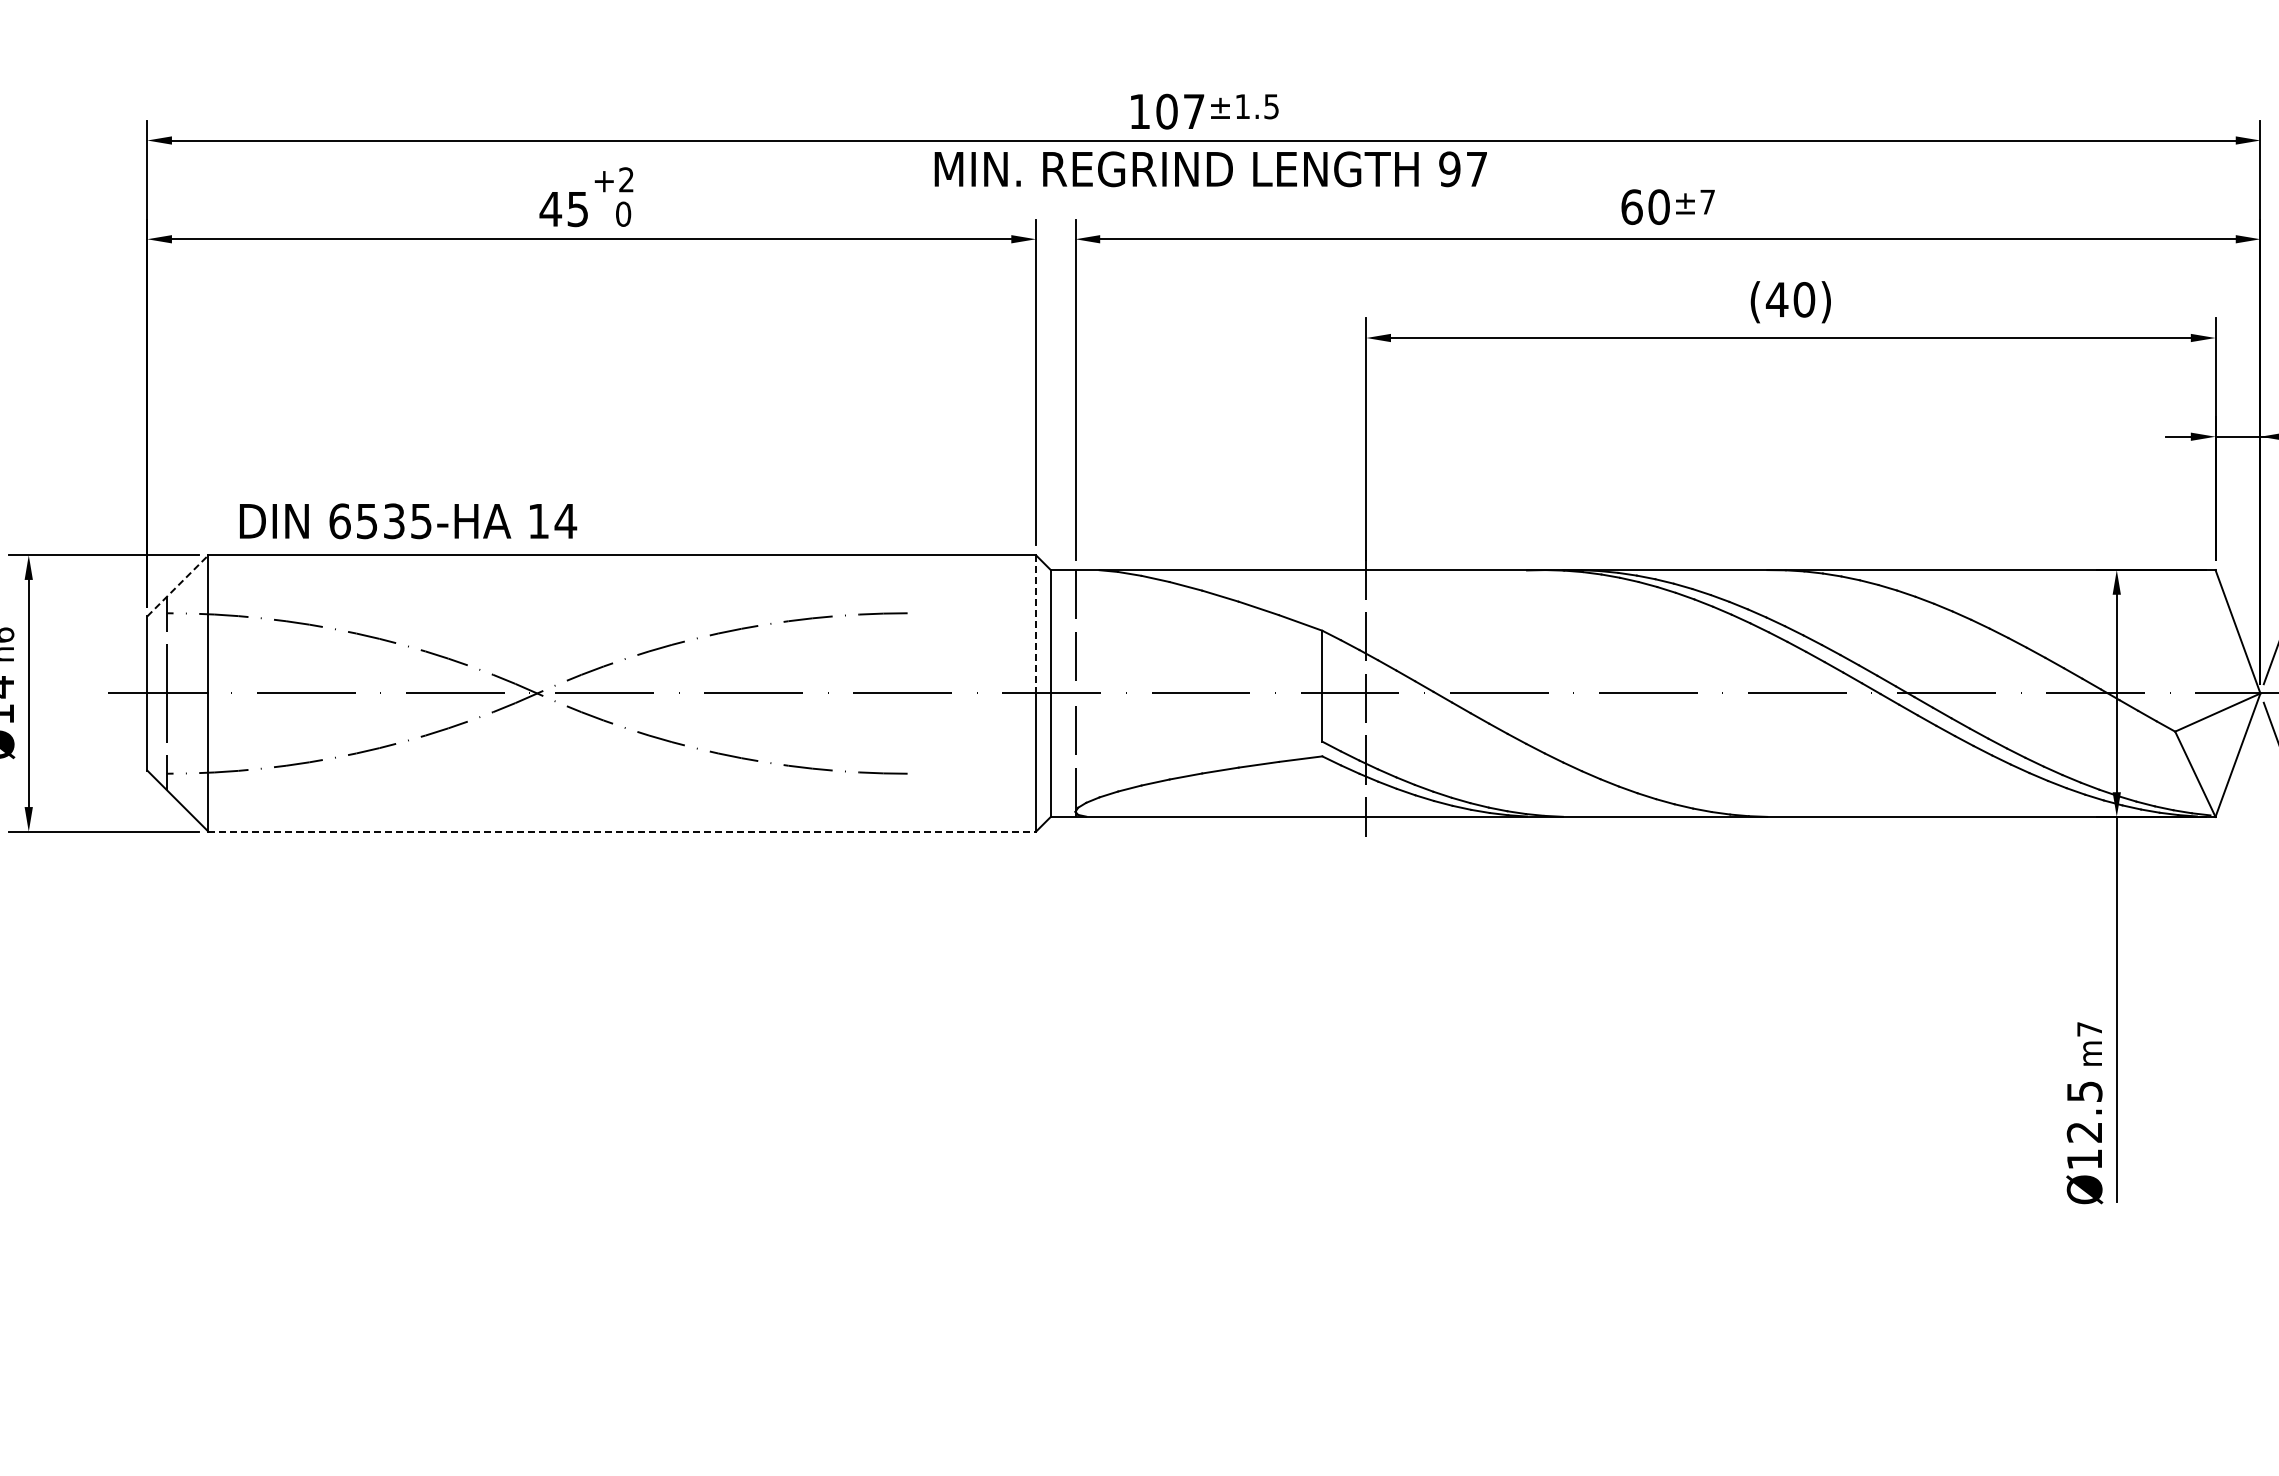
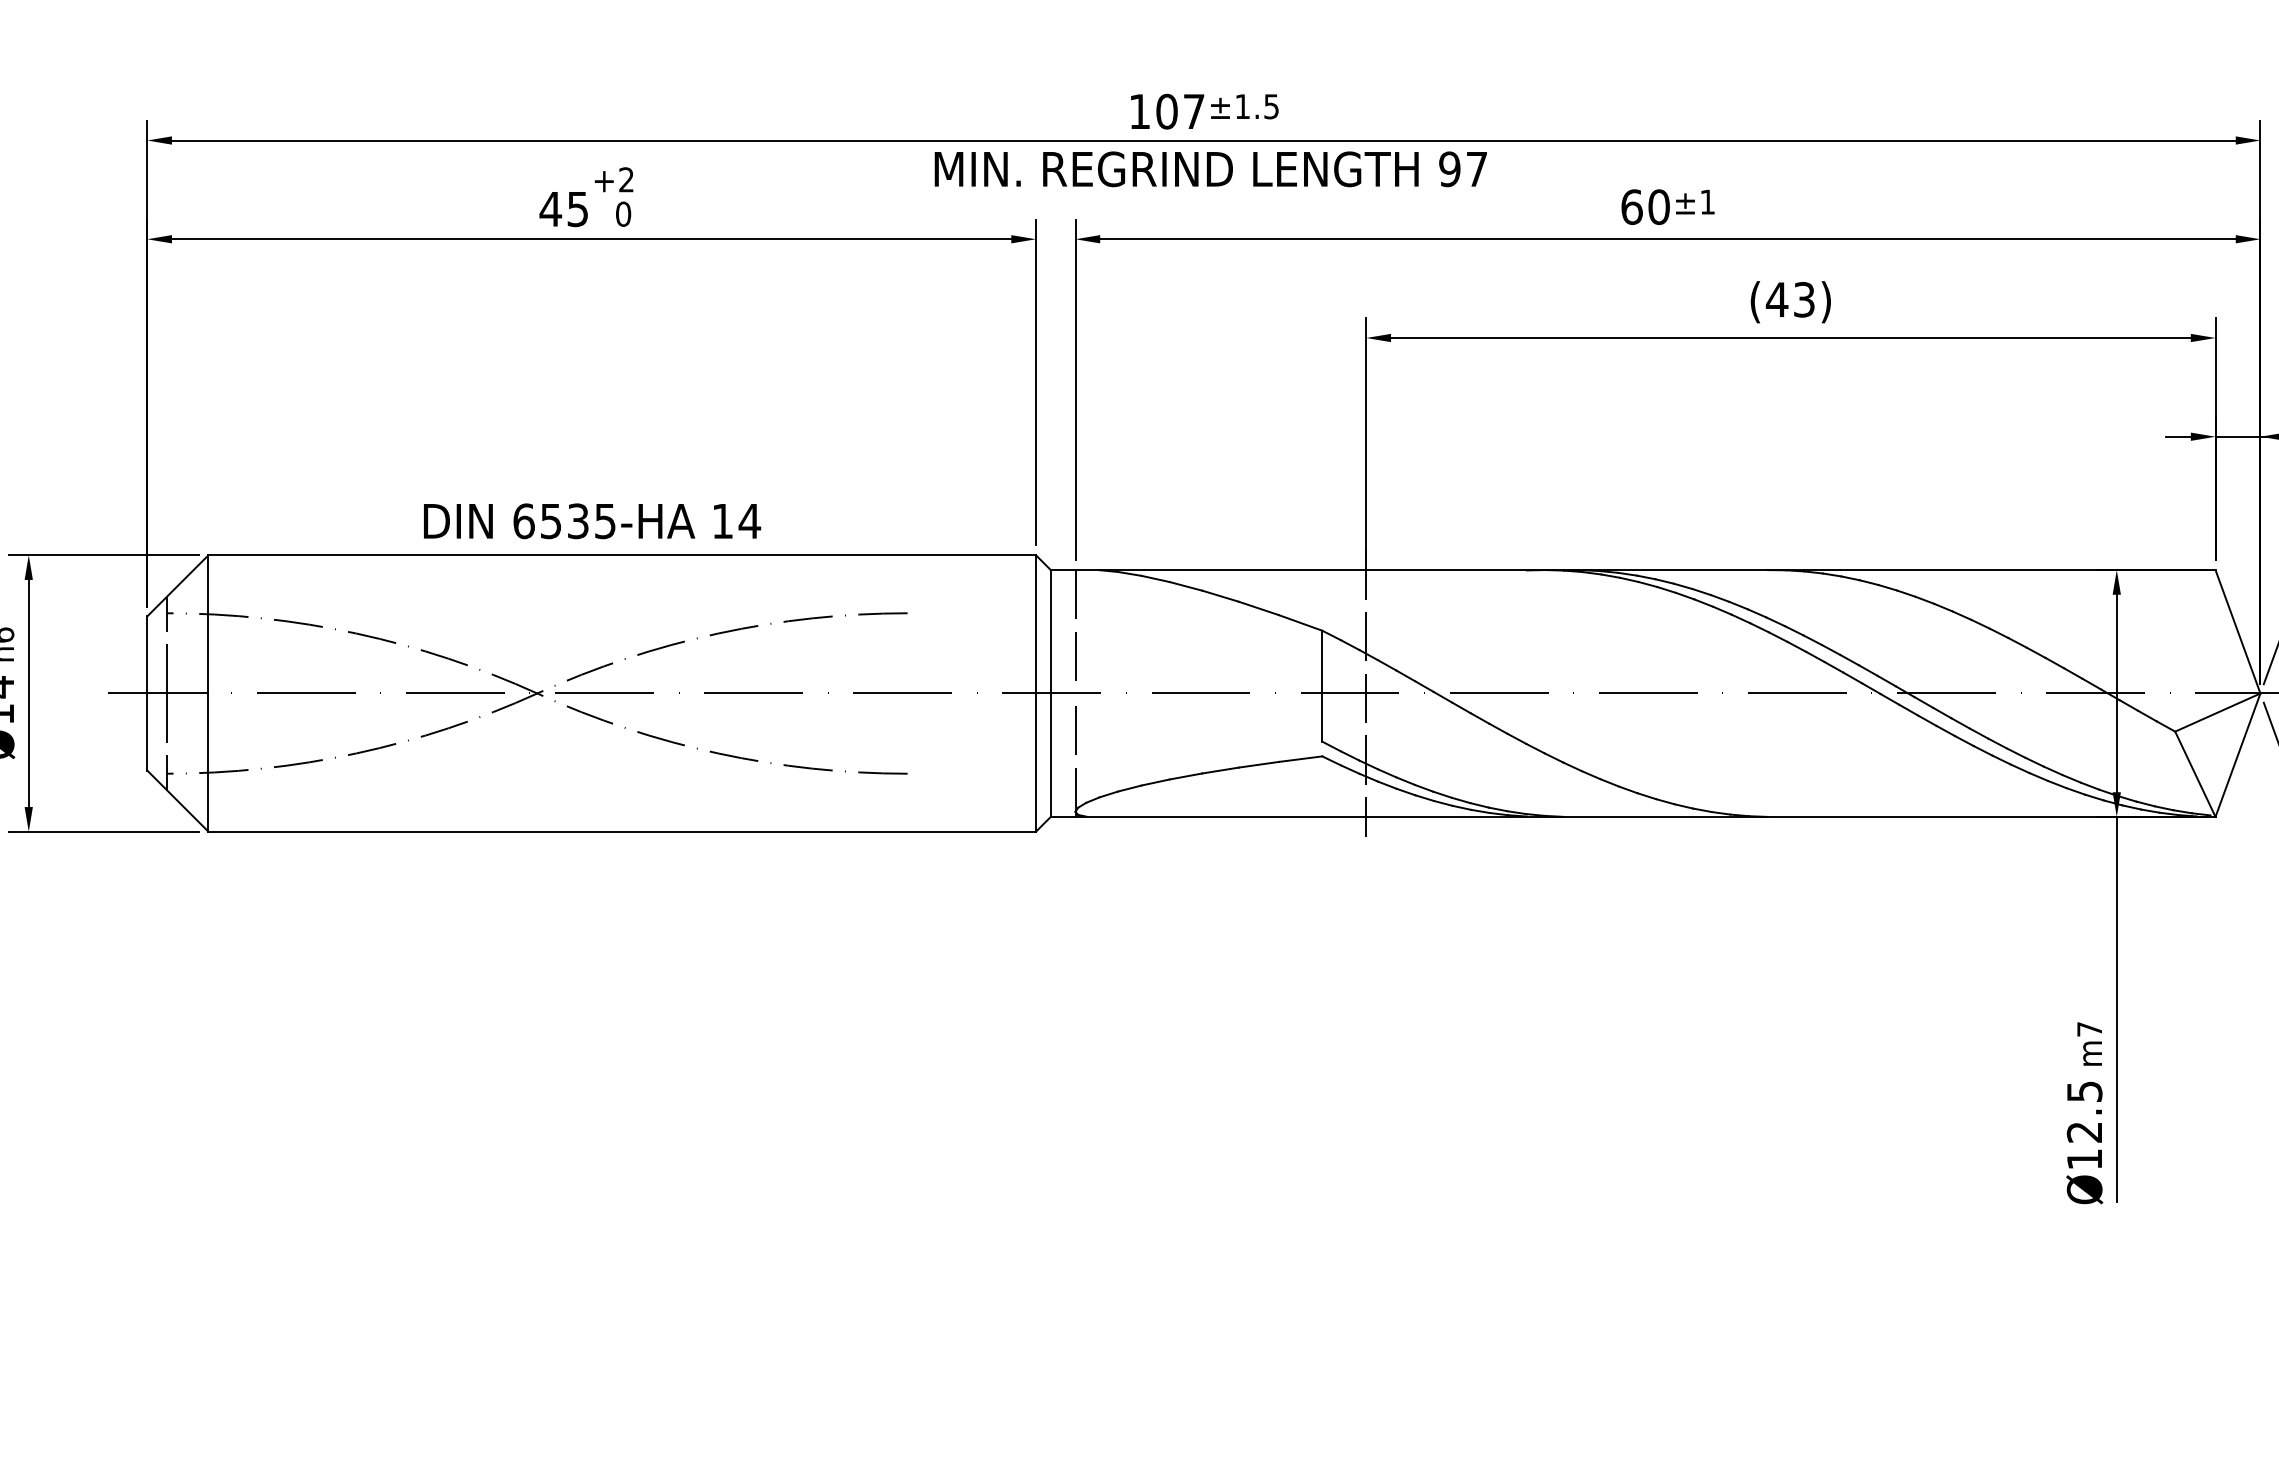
text at (1707, 201): ±7 -> ±1
text at (1804, 299): (40) -> (43)
text at (408, 521) position: (408, 521) -> (592, 521)
line at (178, 585): dashed -> solid
line at (1035, 624): dashed -> solid
line at (622, 831): dashed -> solid
